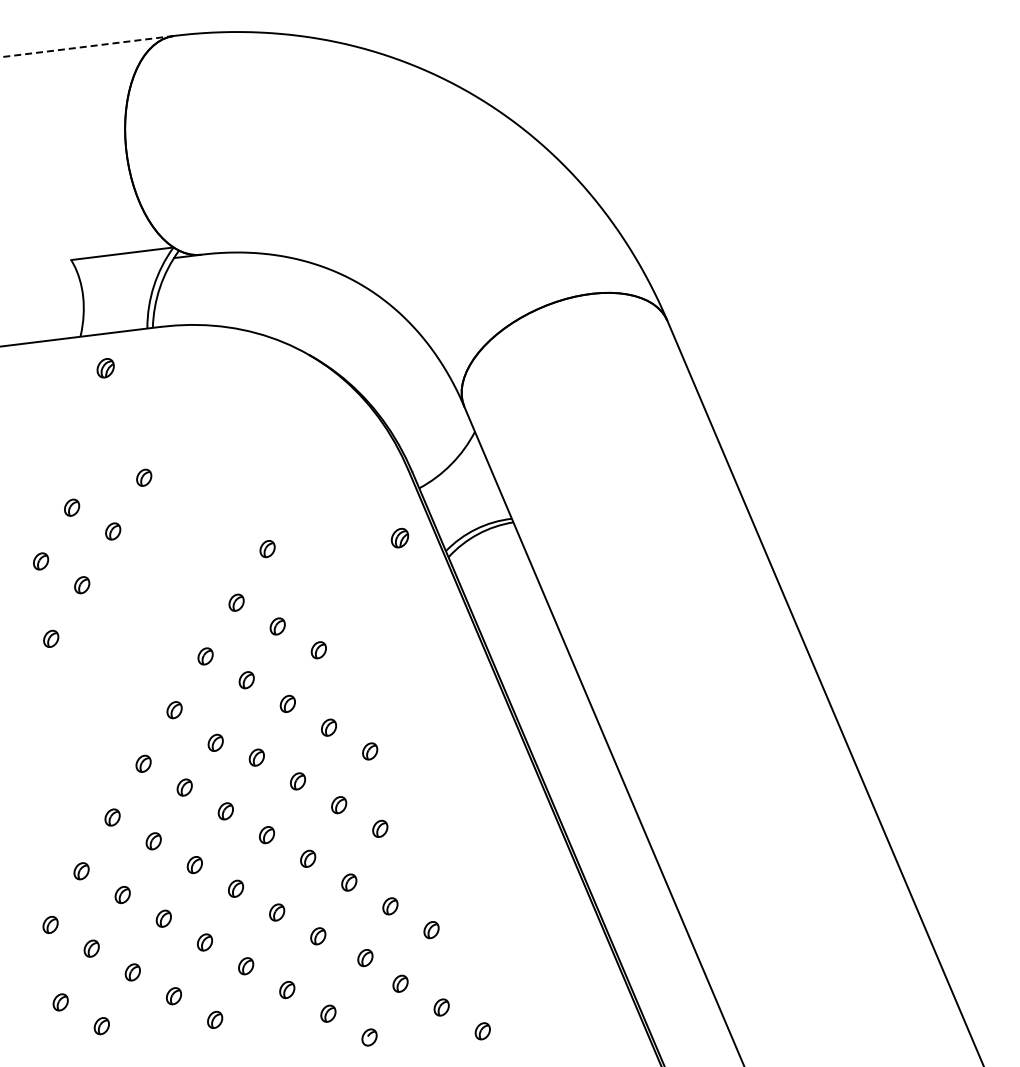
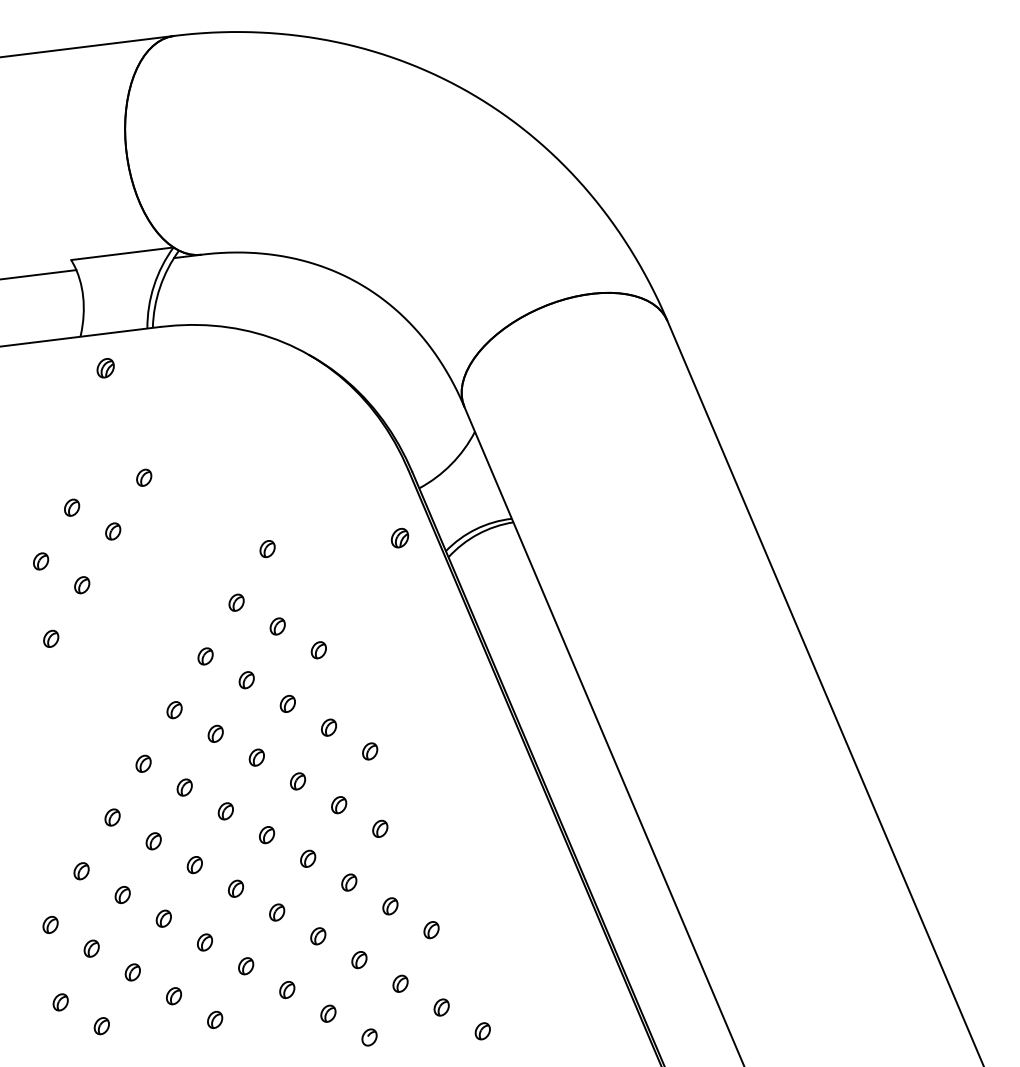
line at (86, 46): dashed -> solid
line at (39, 274): none -> present
part at (215, 742) position: (215, 742) -> (215, 733)
part at (365, 958) position: (365, 958) -> (359, 960)
